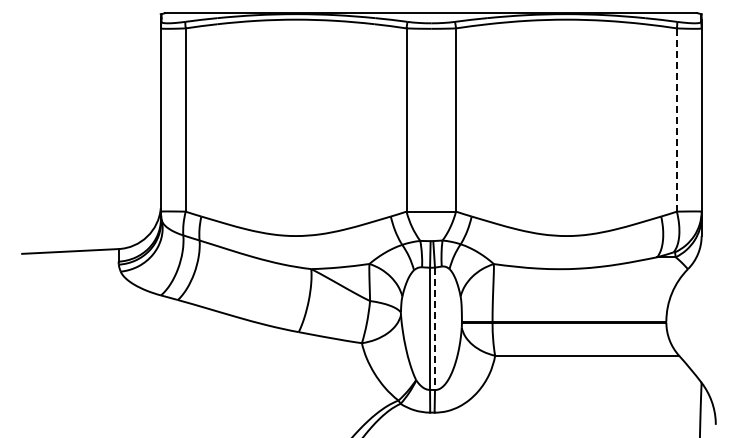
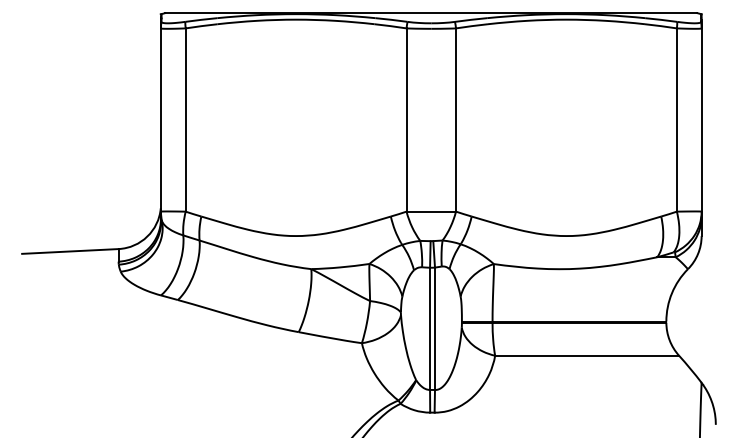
line at (676, 120): dashed -> solid
line at (435, 329): dashed -> solid
